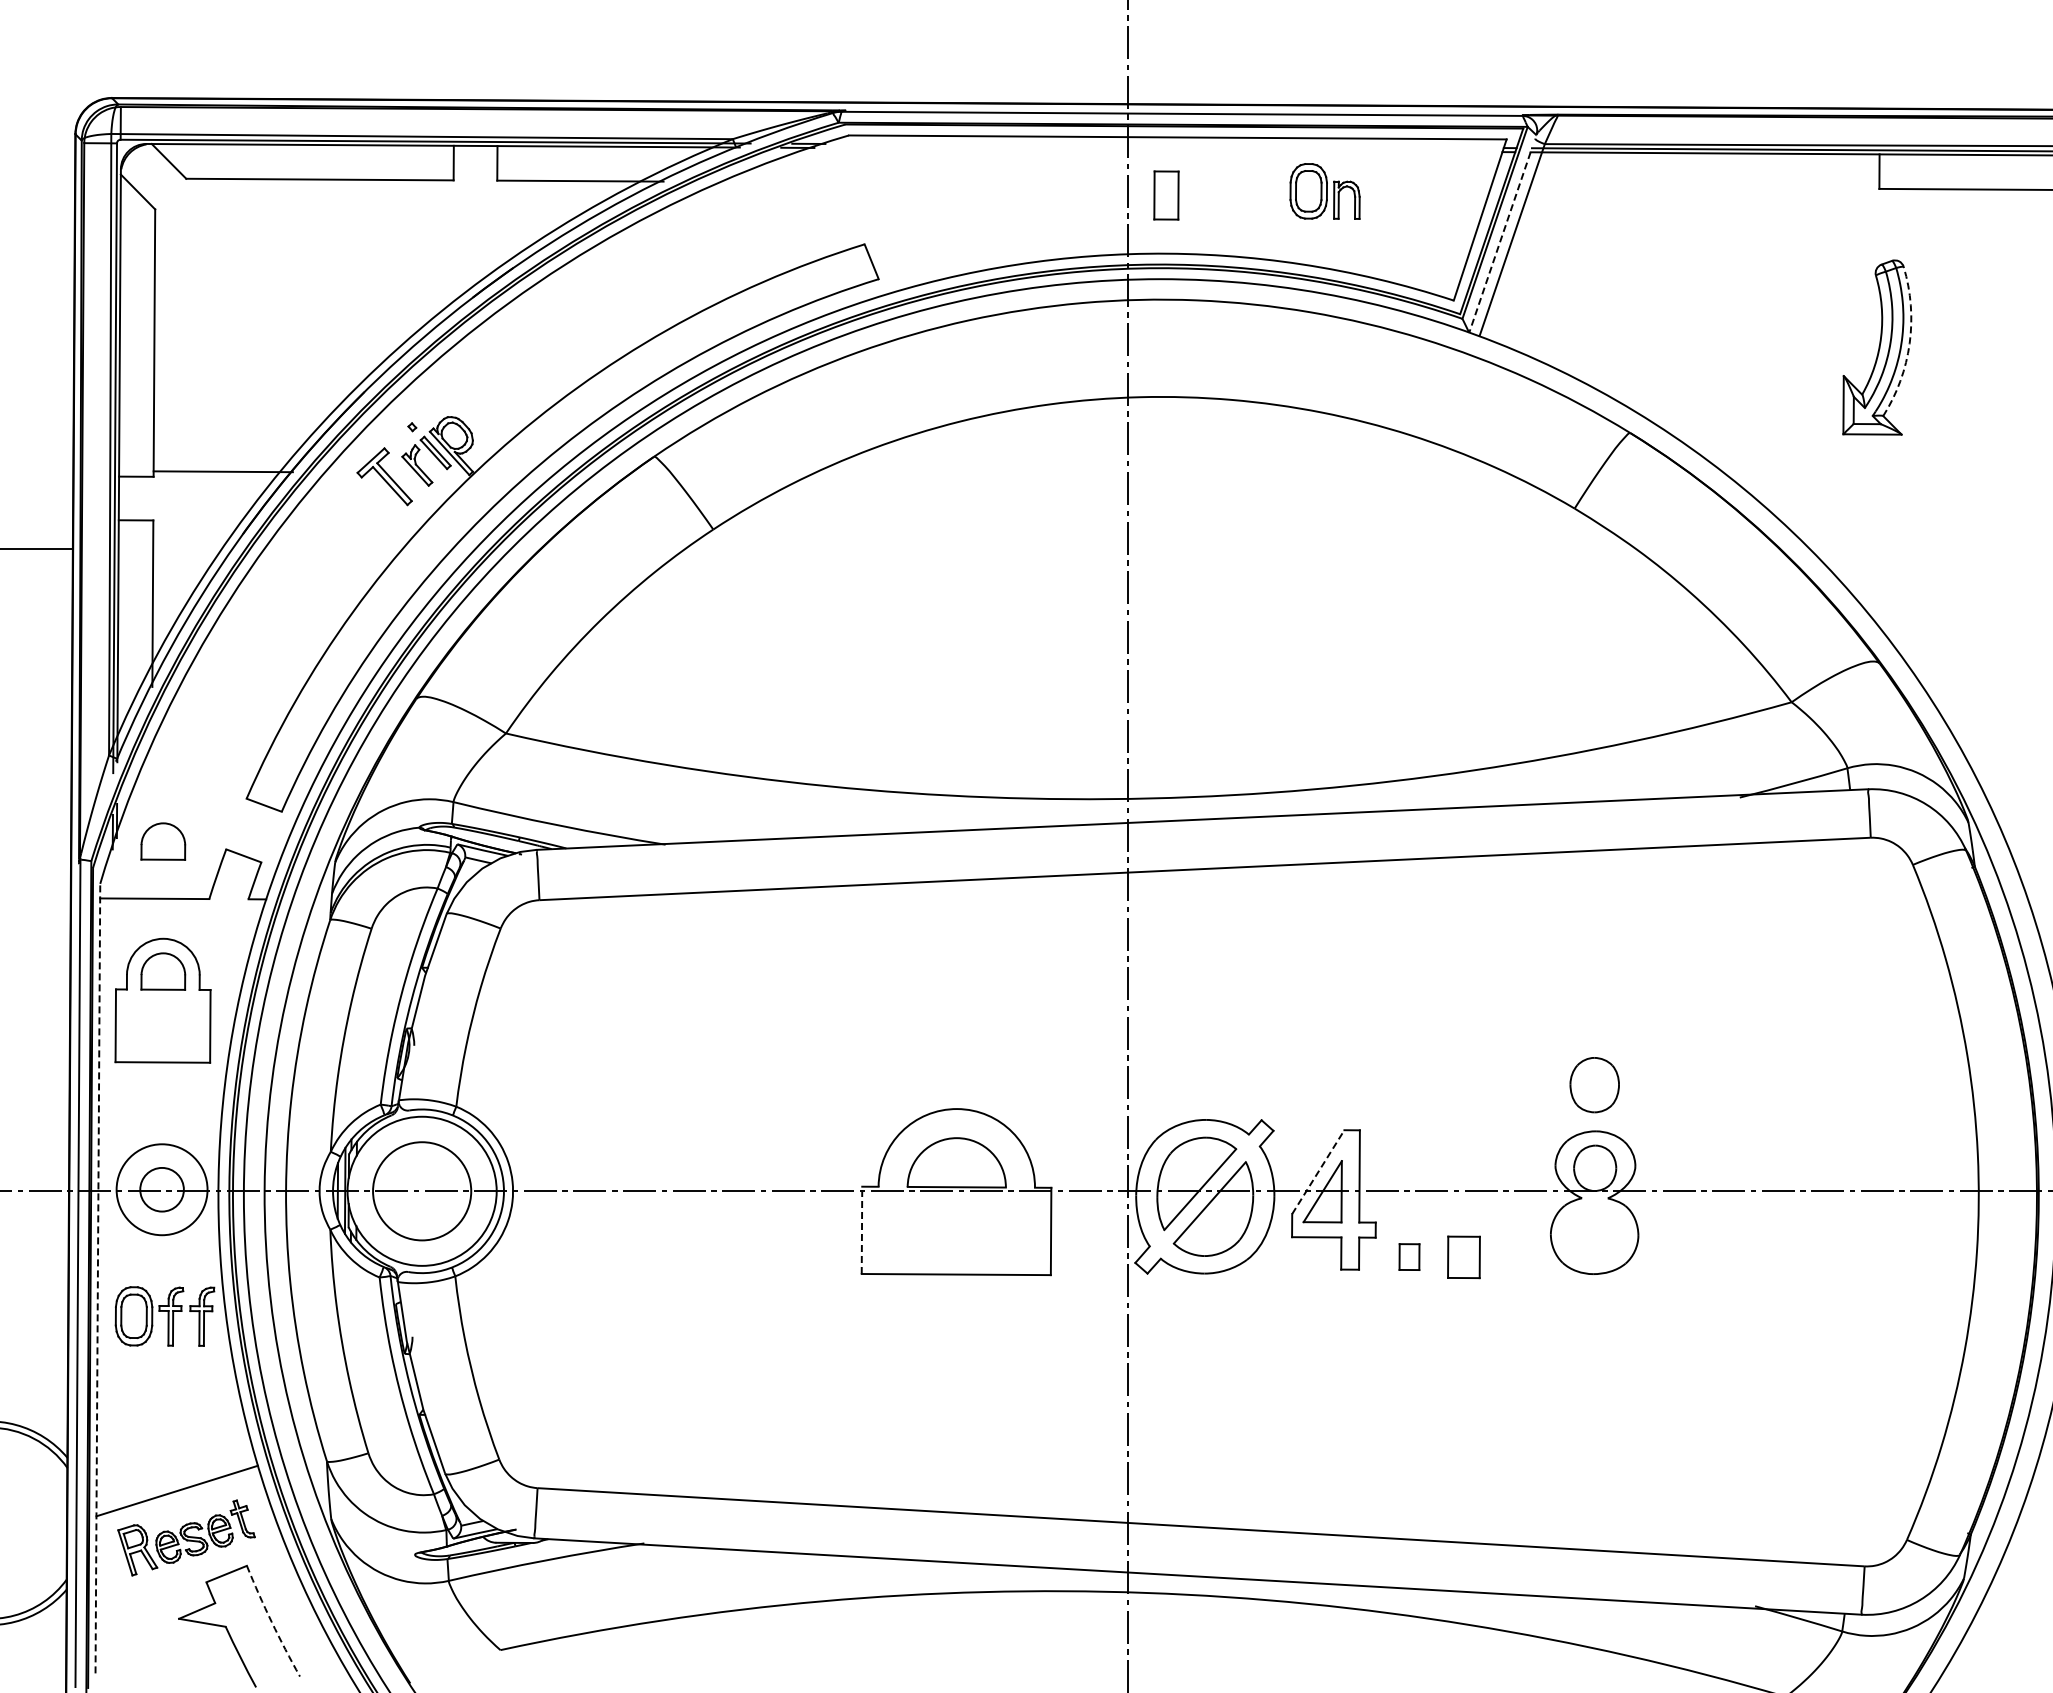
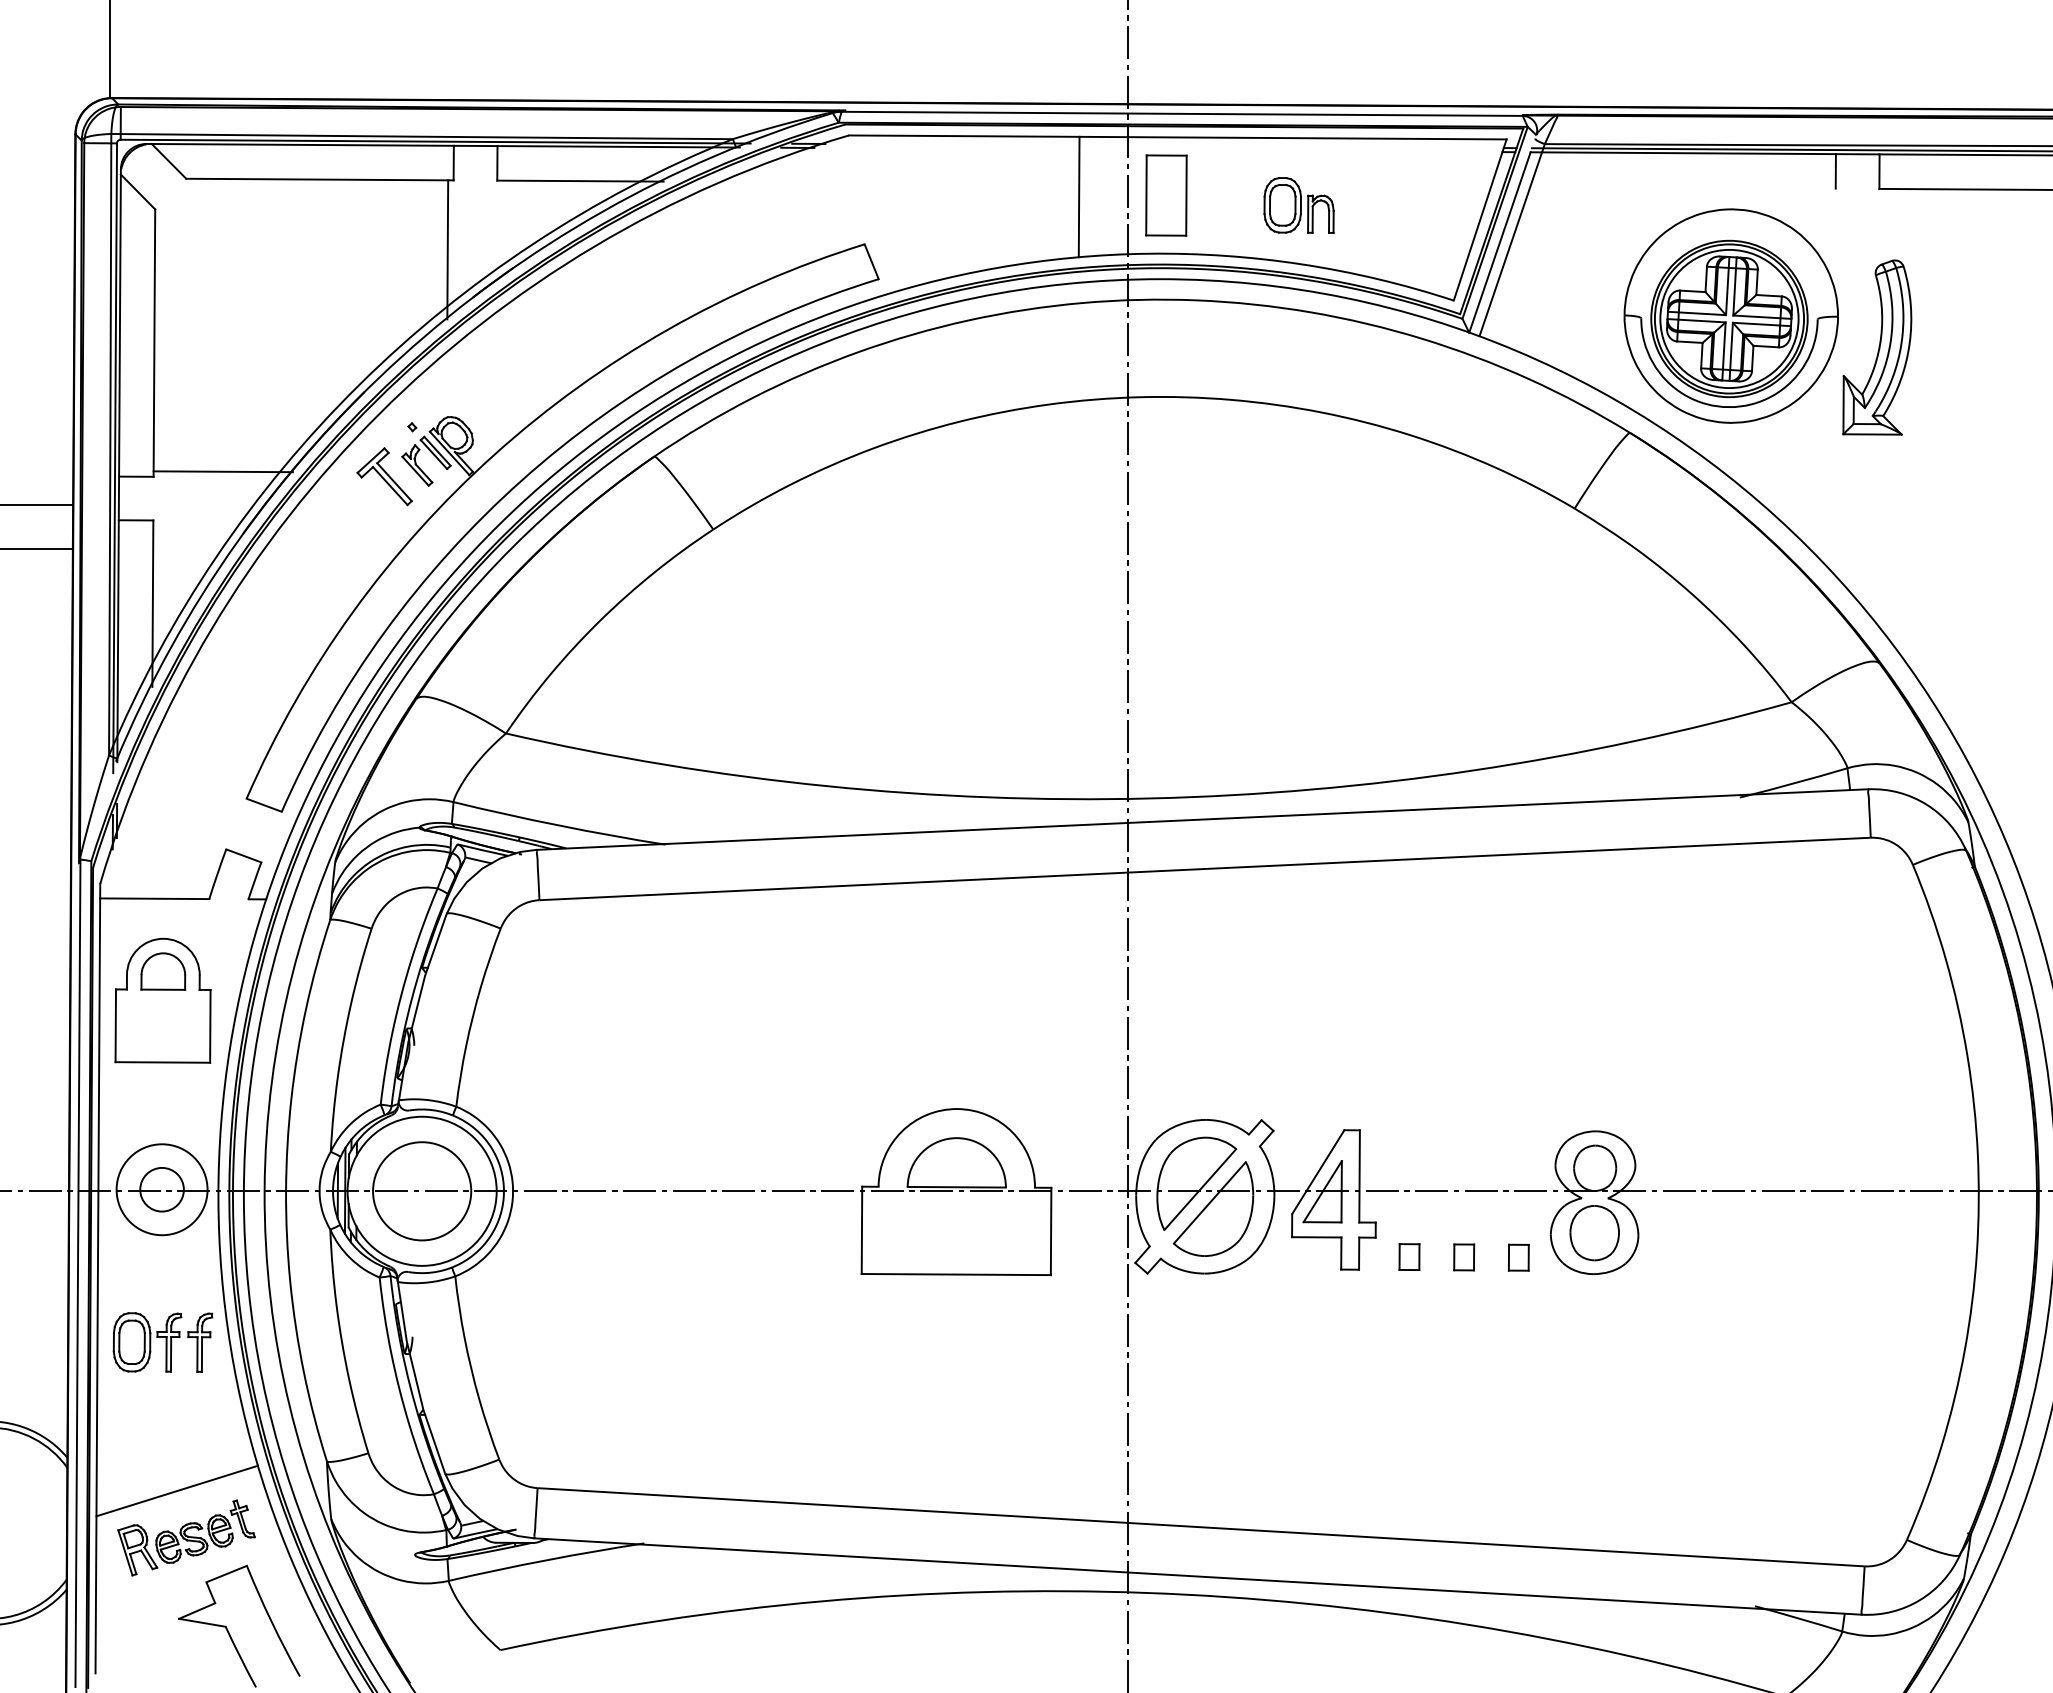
line at (109, 50): none -> present
line at (1835, 171): none -> present
part at (1324, 191) position: (1324, 191) -> (1298, 205)
part at (1166, 195) size: 27x51 px -> 43x83 px
line at (1078, 196): none -> present
line at (1499, 243): dashed -> solid
line at (447, 249): none -> present
part at (1730, 315): none -> present
arc at (1909, 343): dashed -> solid
line at (37, 504): none -> present
part at (163, 841): present -> none
part at (1594, 1085) position: (1594, 1085) -> (1594, 1233)
line at (1318, 1171): dashed -> solid
line at (861, 1230): dashed -> solid
part at (1463, 1257) size: 34x45 px -> 23x29 px
part at (1518, 1257): none -> present
line at (97, 1278): dashed -> solid
part at (164, 1316) position: (164, 1316) -> (162, 1342)
arc at (271, 1622): dashed -> solid
